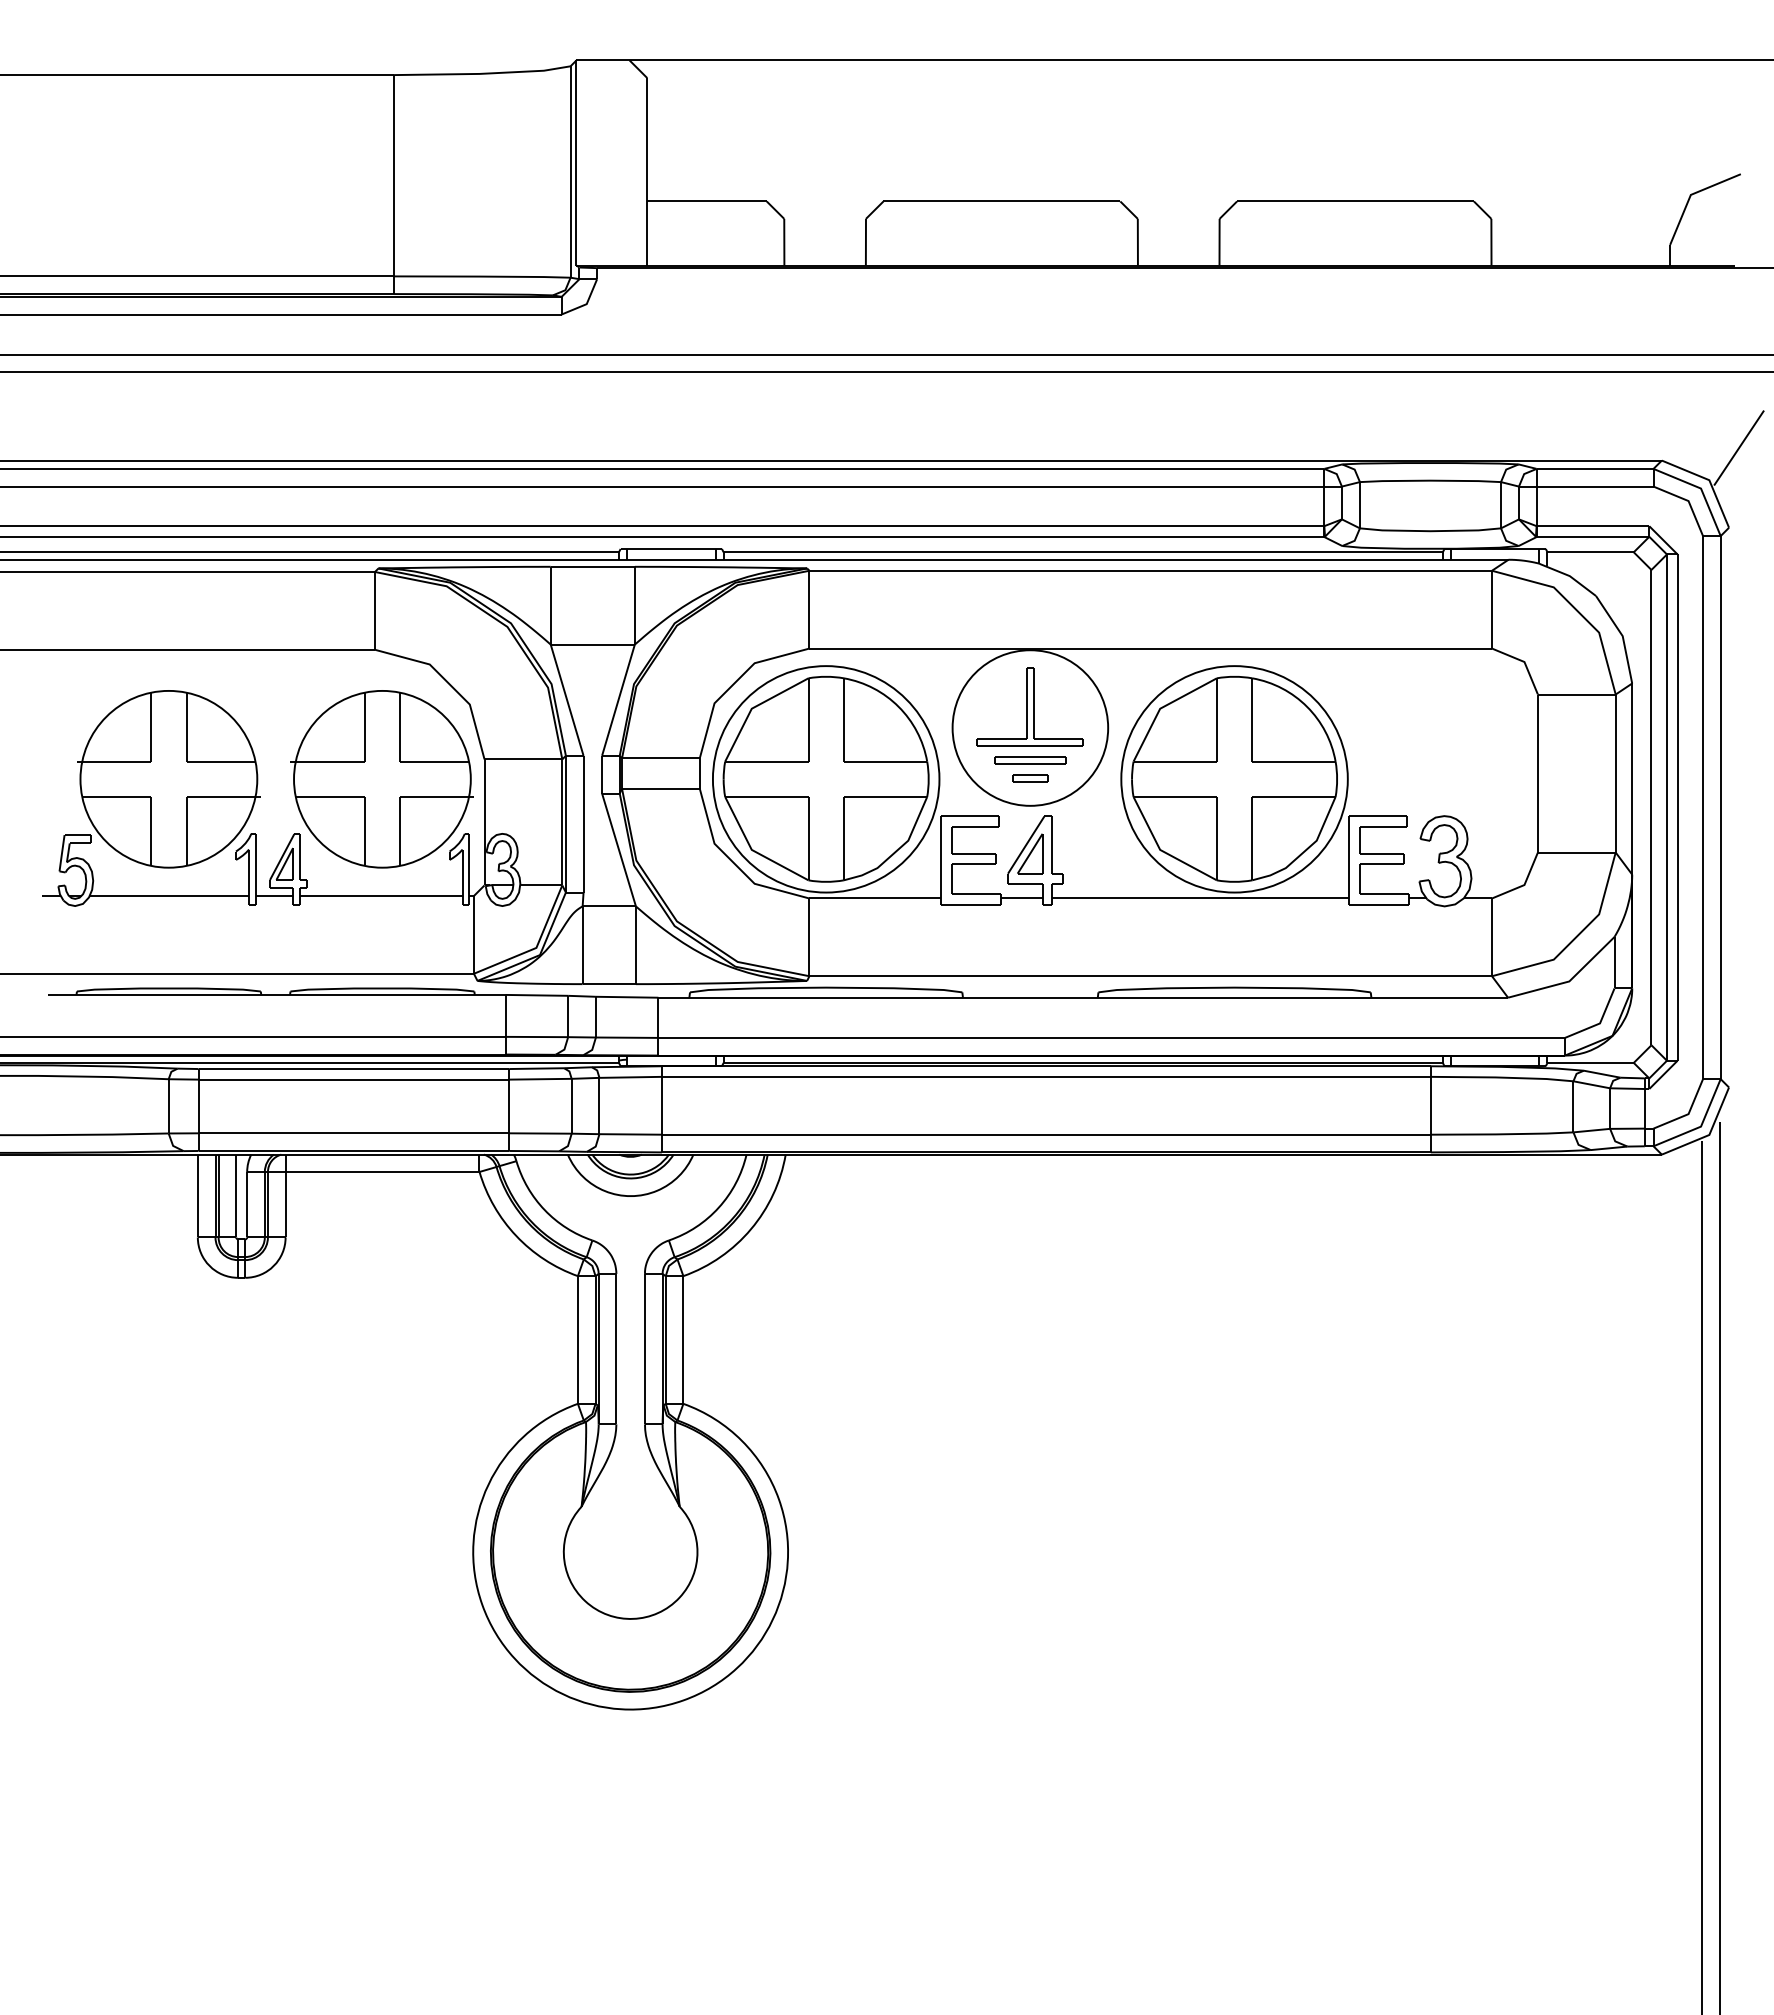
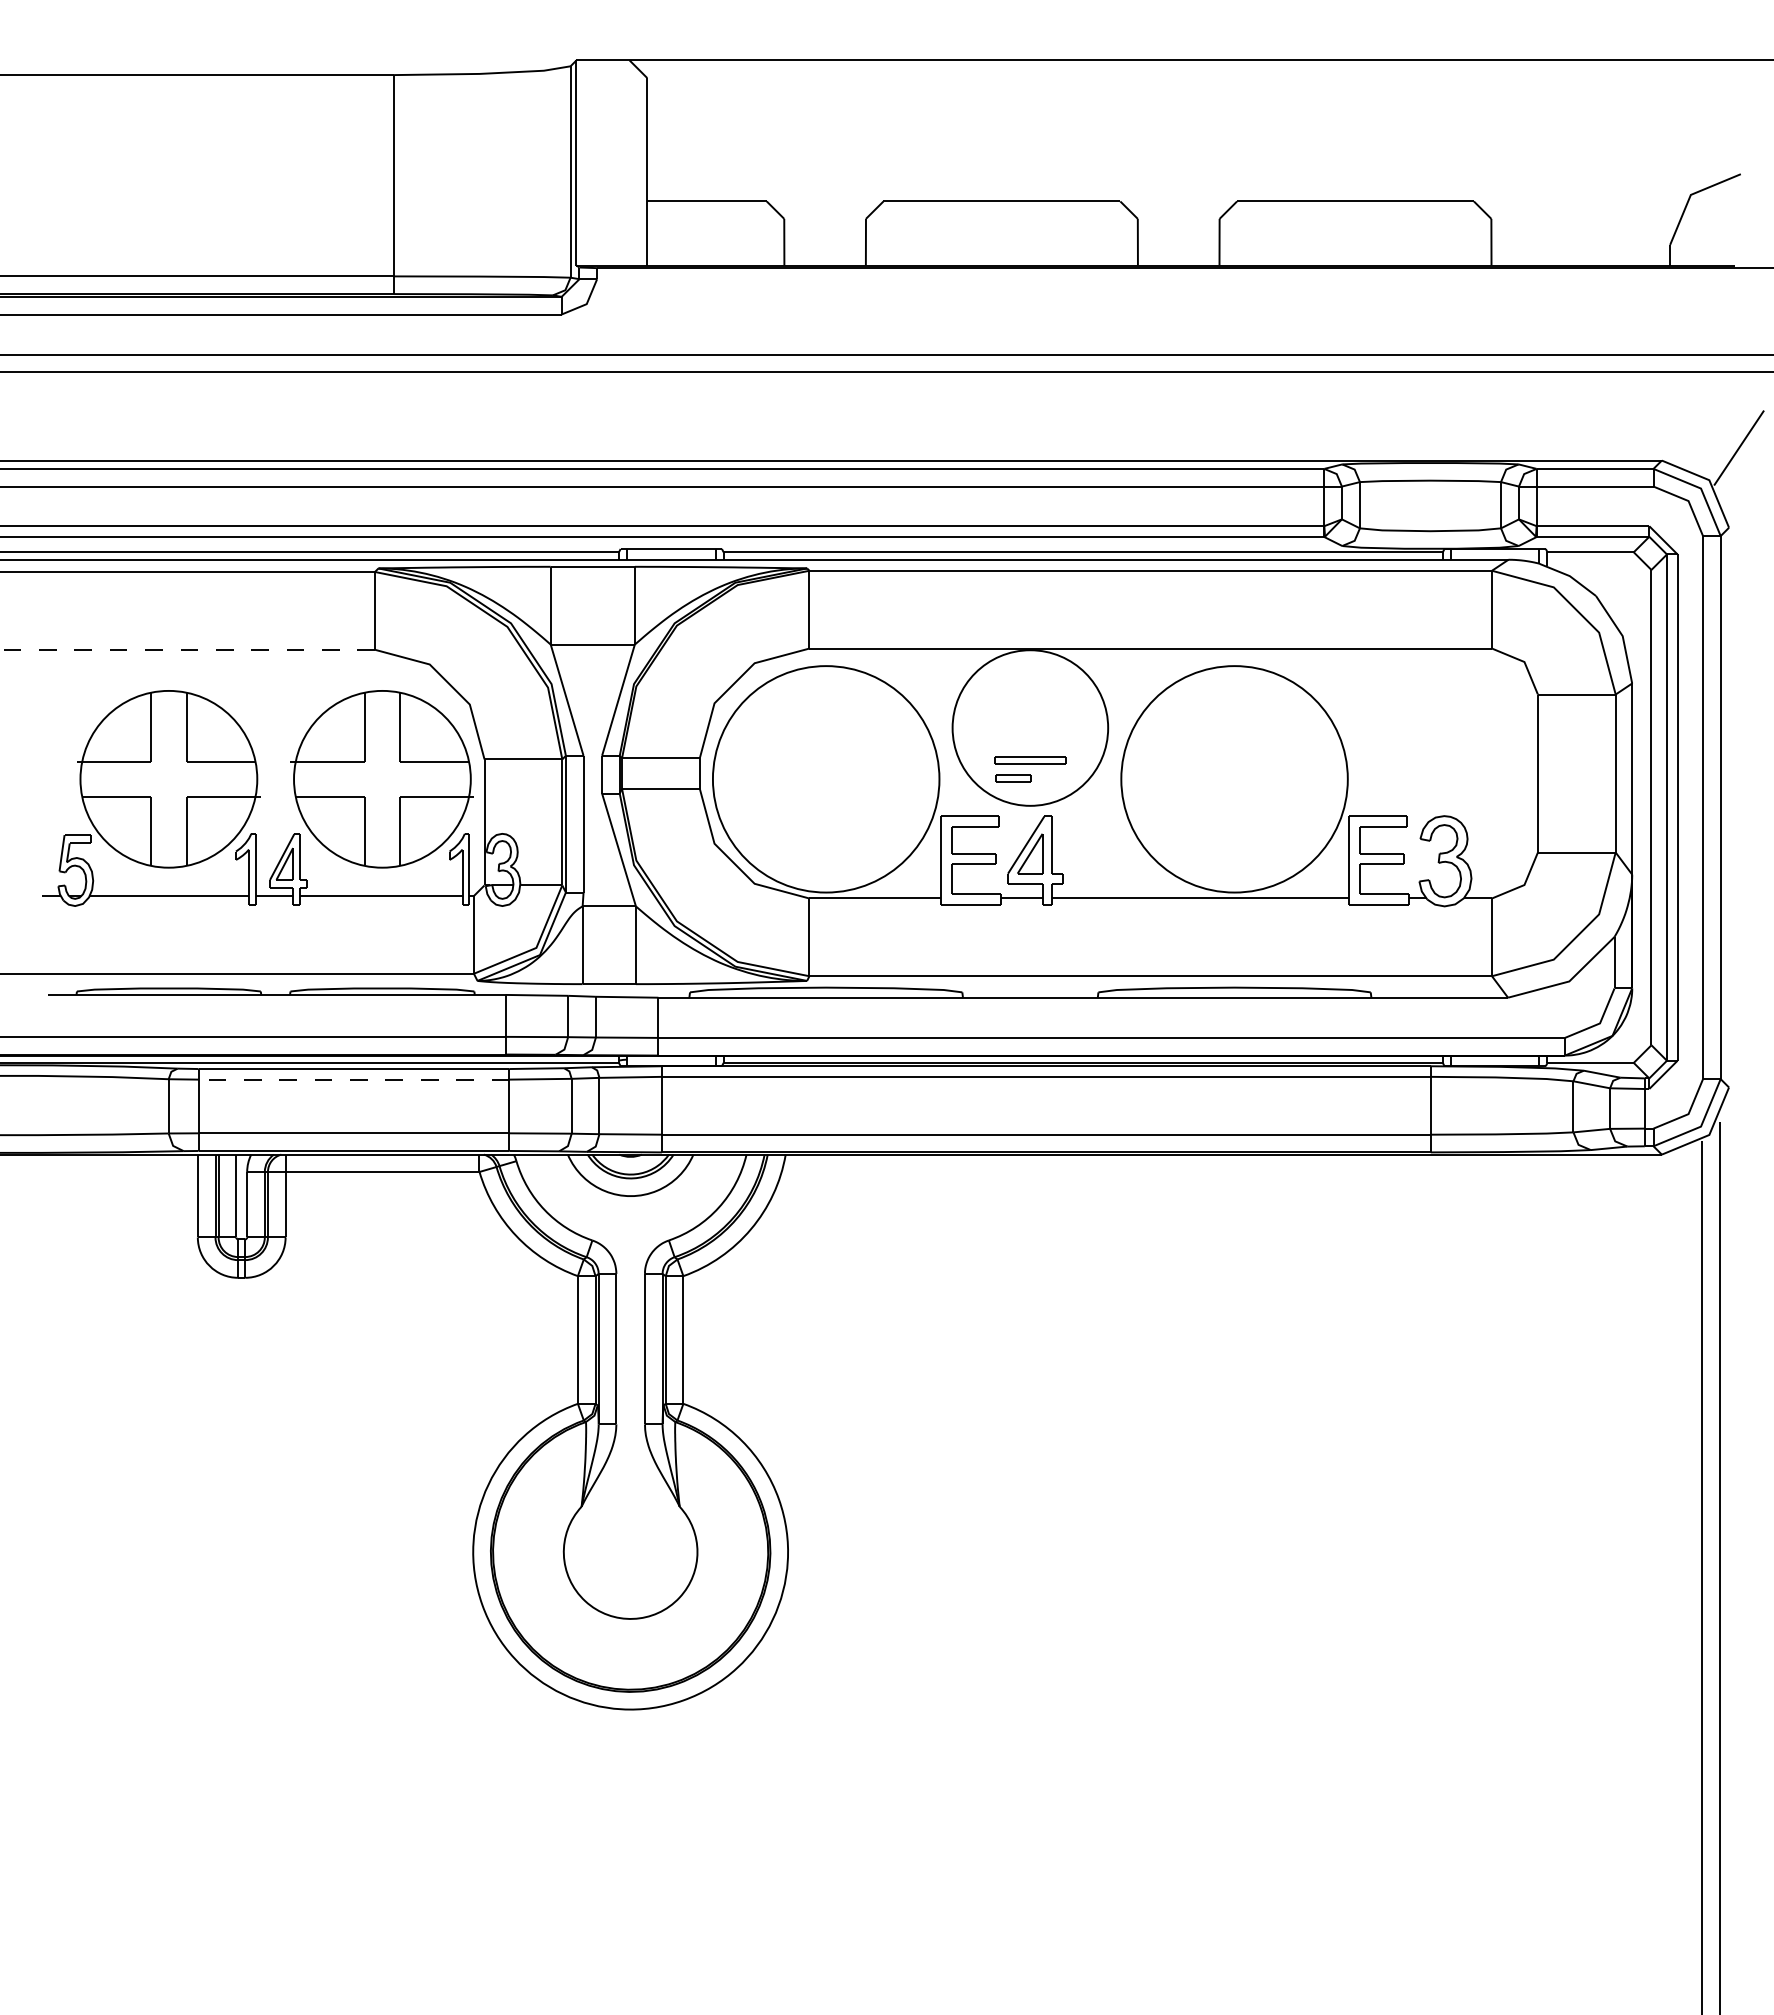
line at (187, 649): solid -> dashed
part at (1029, 706): present -> none
part at (1030, 778) position: (1030, 778) -> (1013, 778)
part at (825, 779): present -> none
part at (1234, 779): present -> none
line at (353, 1079): solid -> dashed
